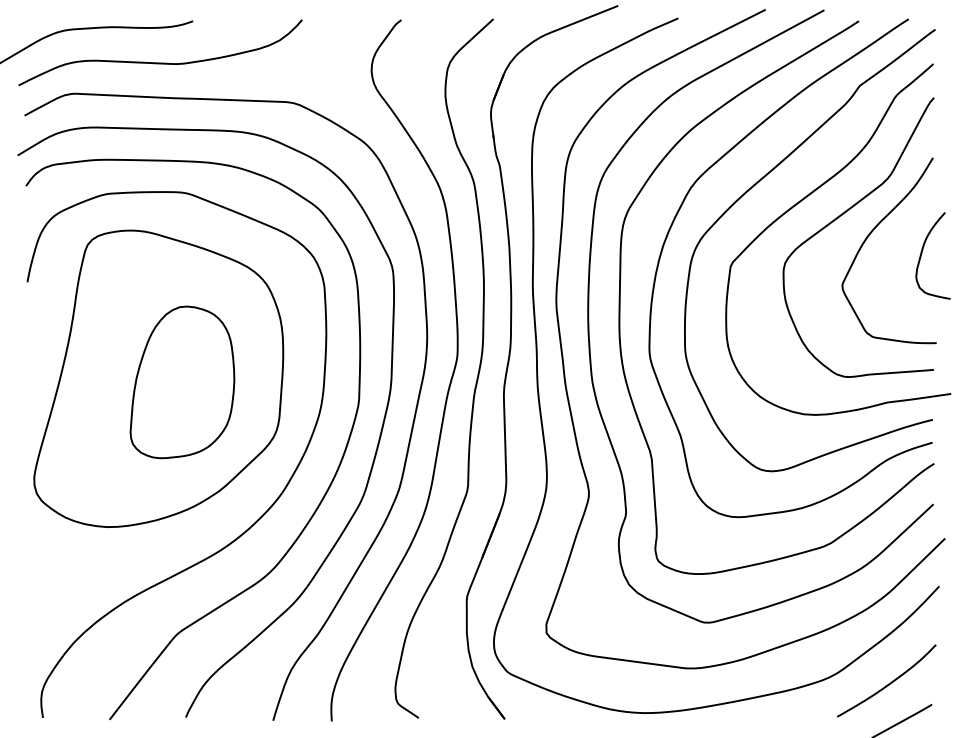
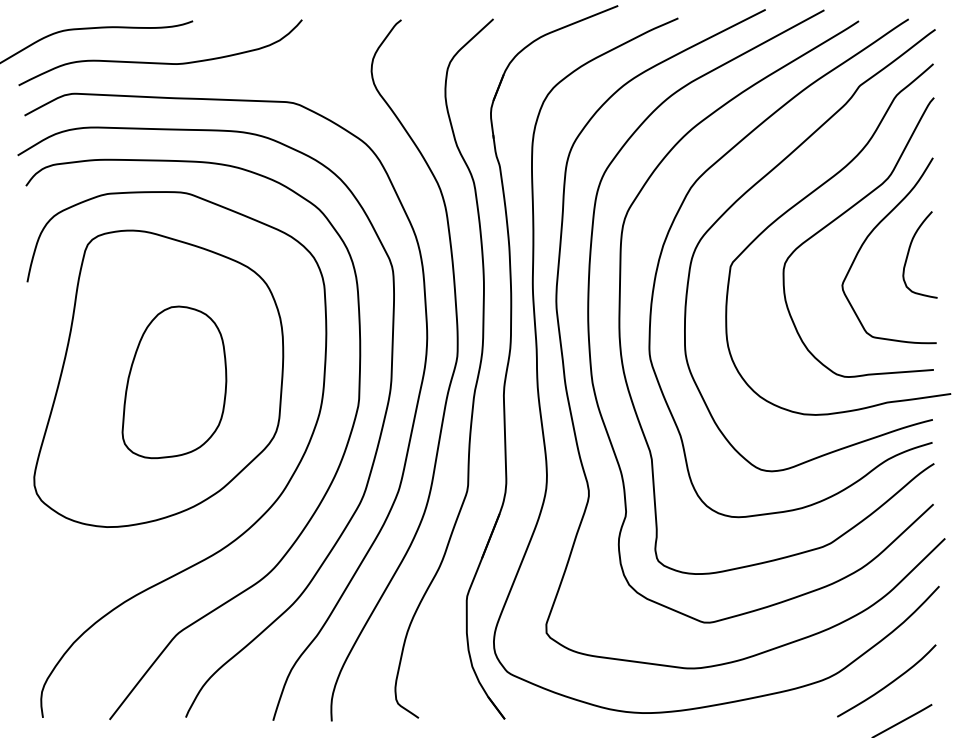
curve at (922, 253) position: (922, 253) -> (909, 252)
part at (182, 382) position: (182, 382) -> (174, 382)
